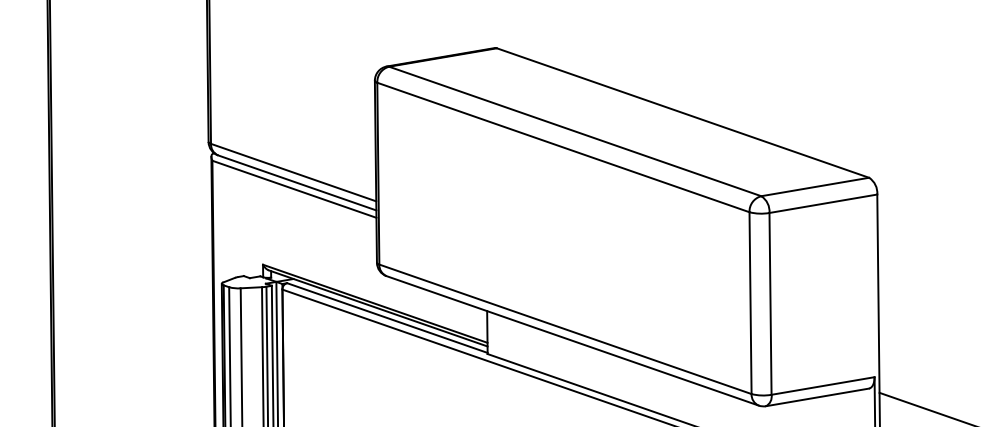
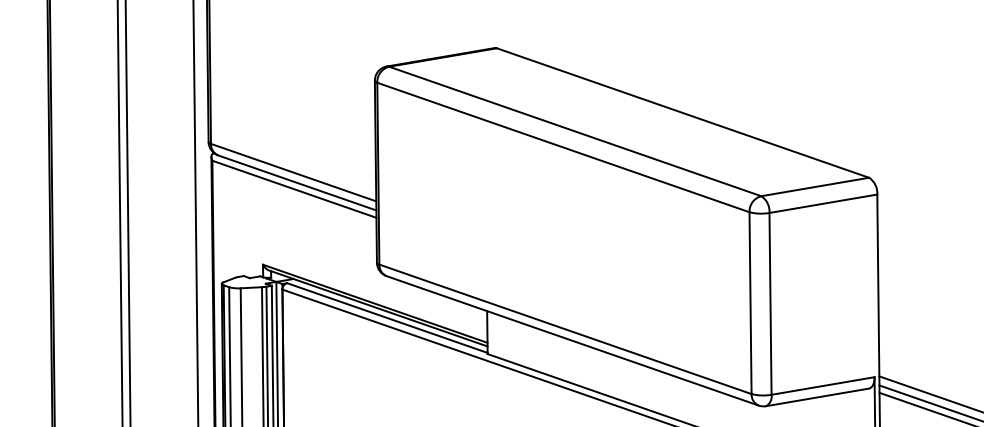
line at (119, 212): none -> present
line at (127, 212): none -> present
line at (195, 212): none -> present
line at (929, 393): none -> present
line at (929, 402): none -> present
